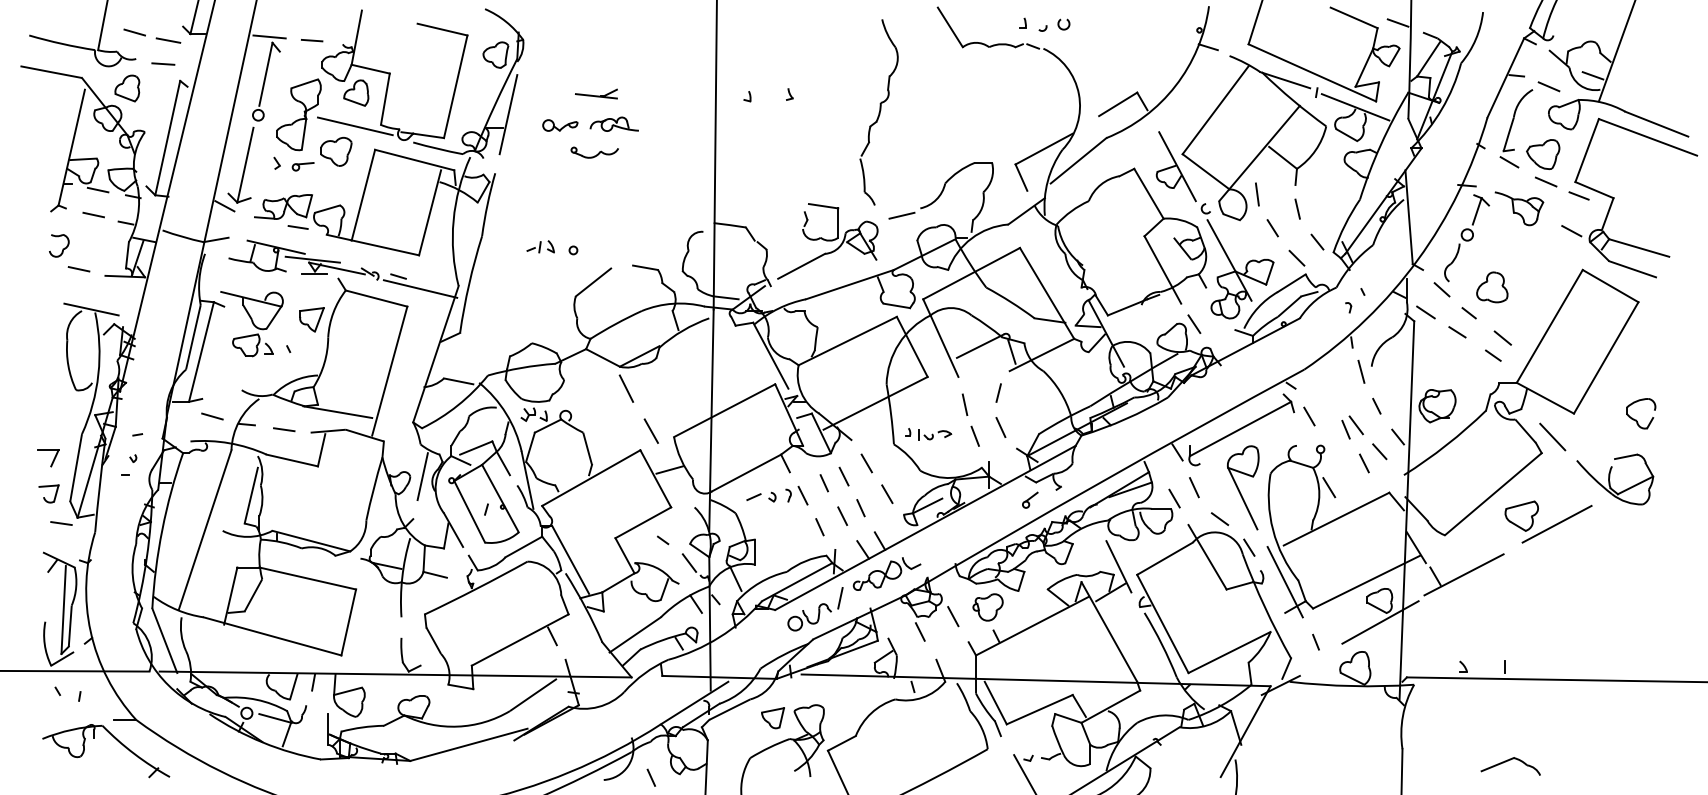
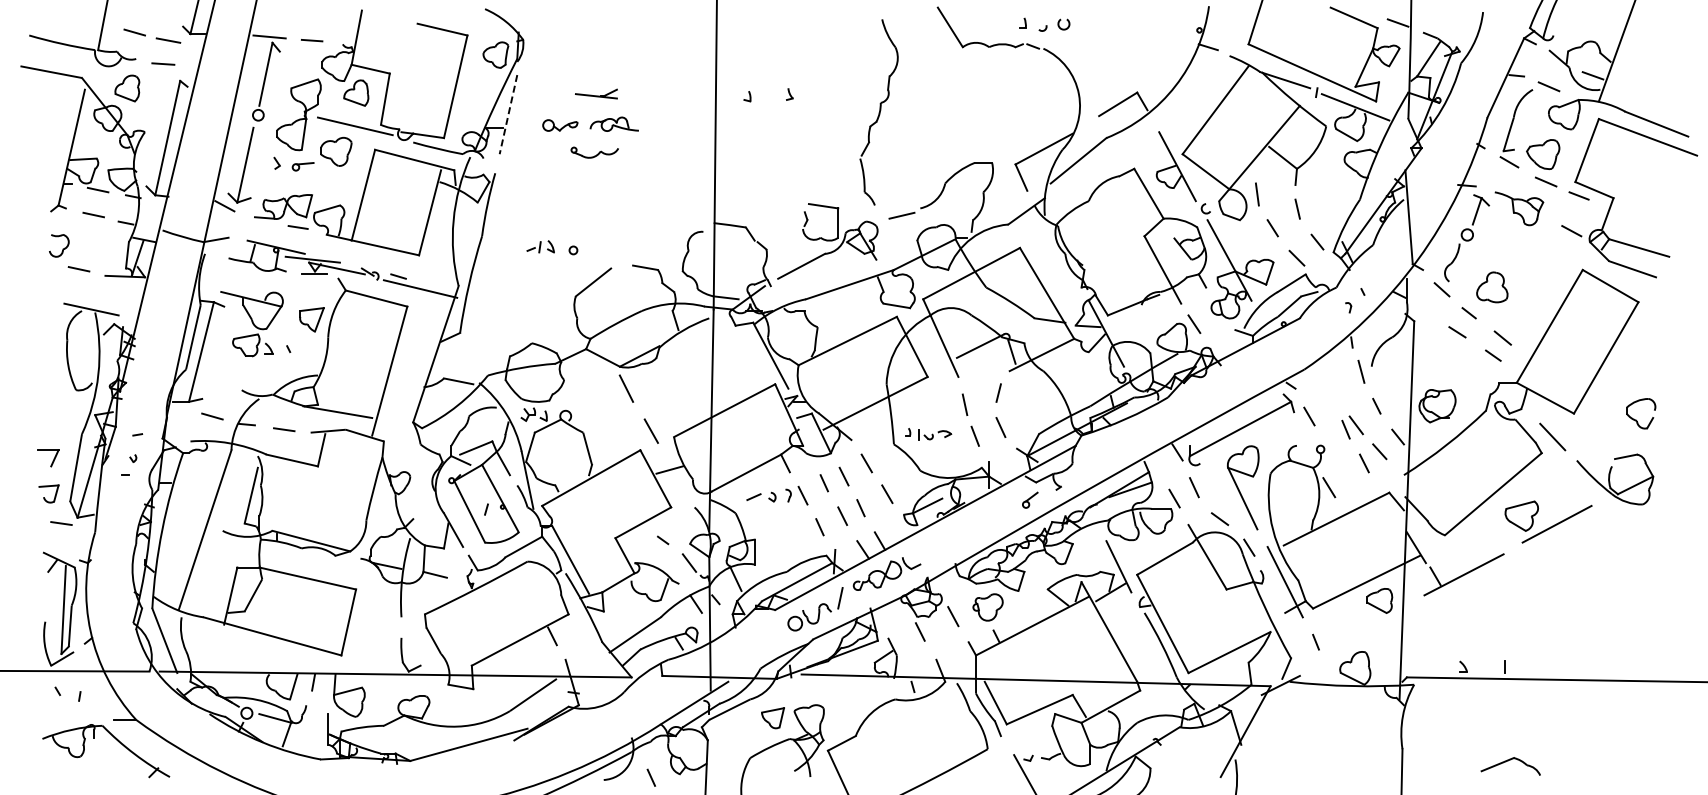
line at (508, 114): solid -> dashed
line at (1425, 312): present -> none
line at (422, 476): present -> none
line at (1380, 622): present -> none
